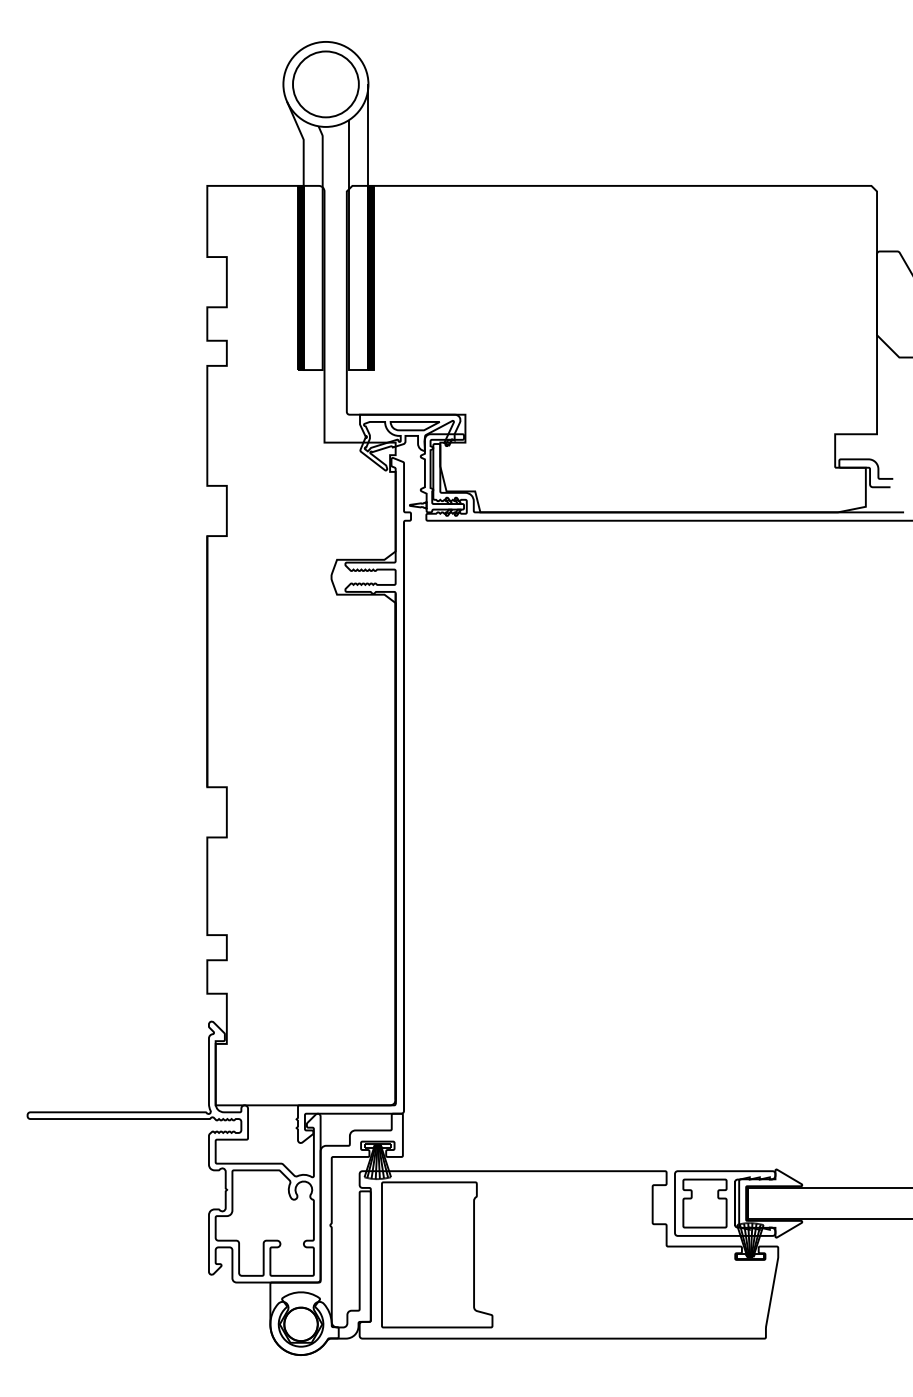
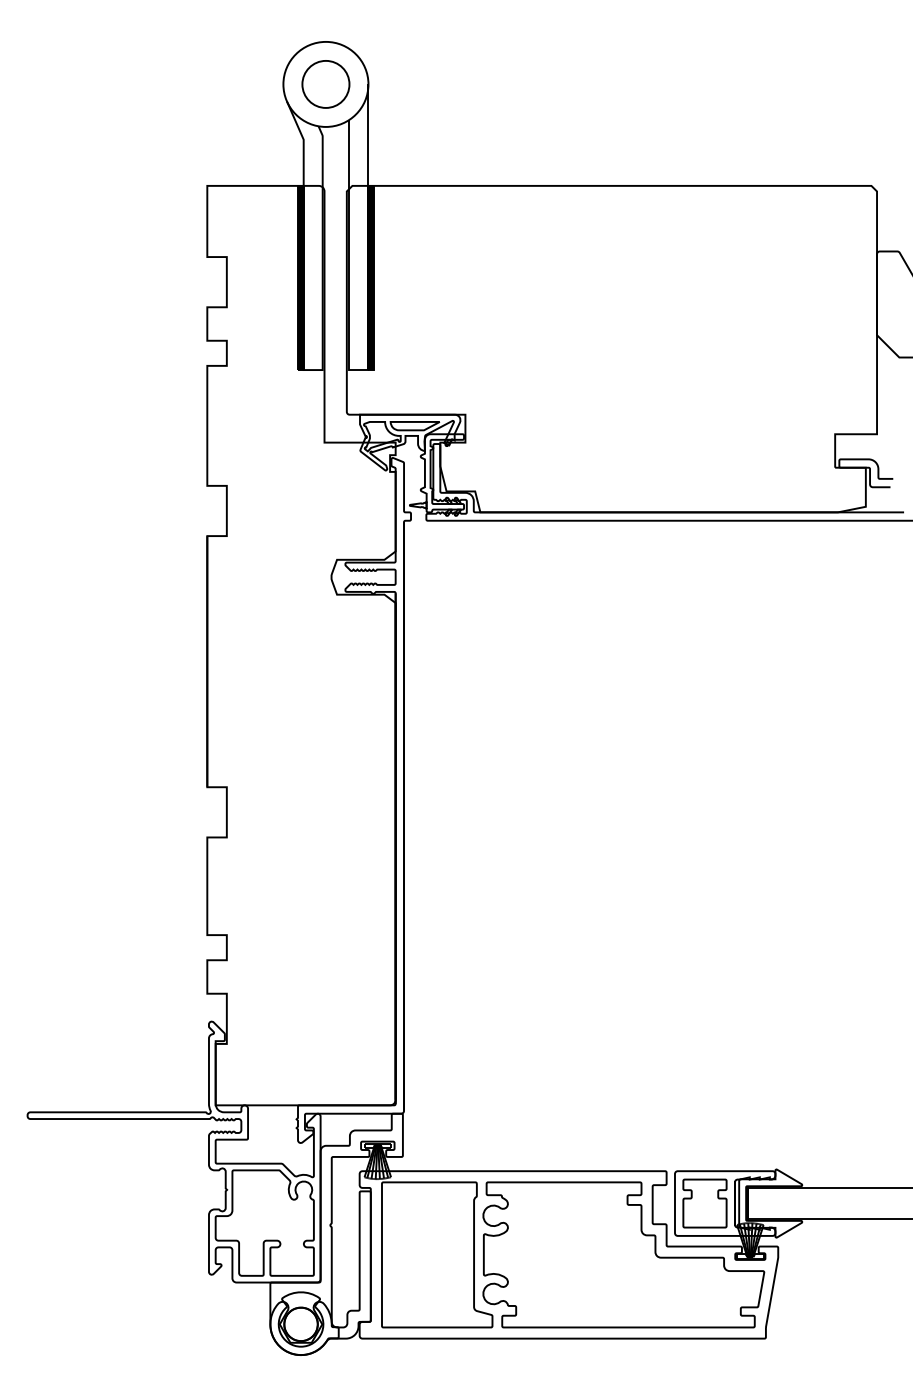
circle at (325, 84) diameter: 66 px -> 47 px
part at (623, 1254): none -> present
